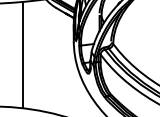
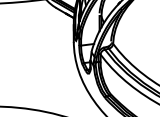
line at (22, 55): present -> none
